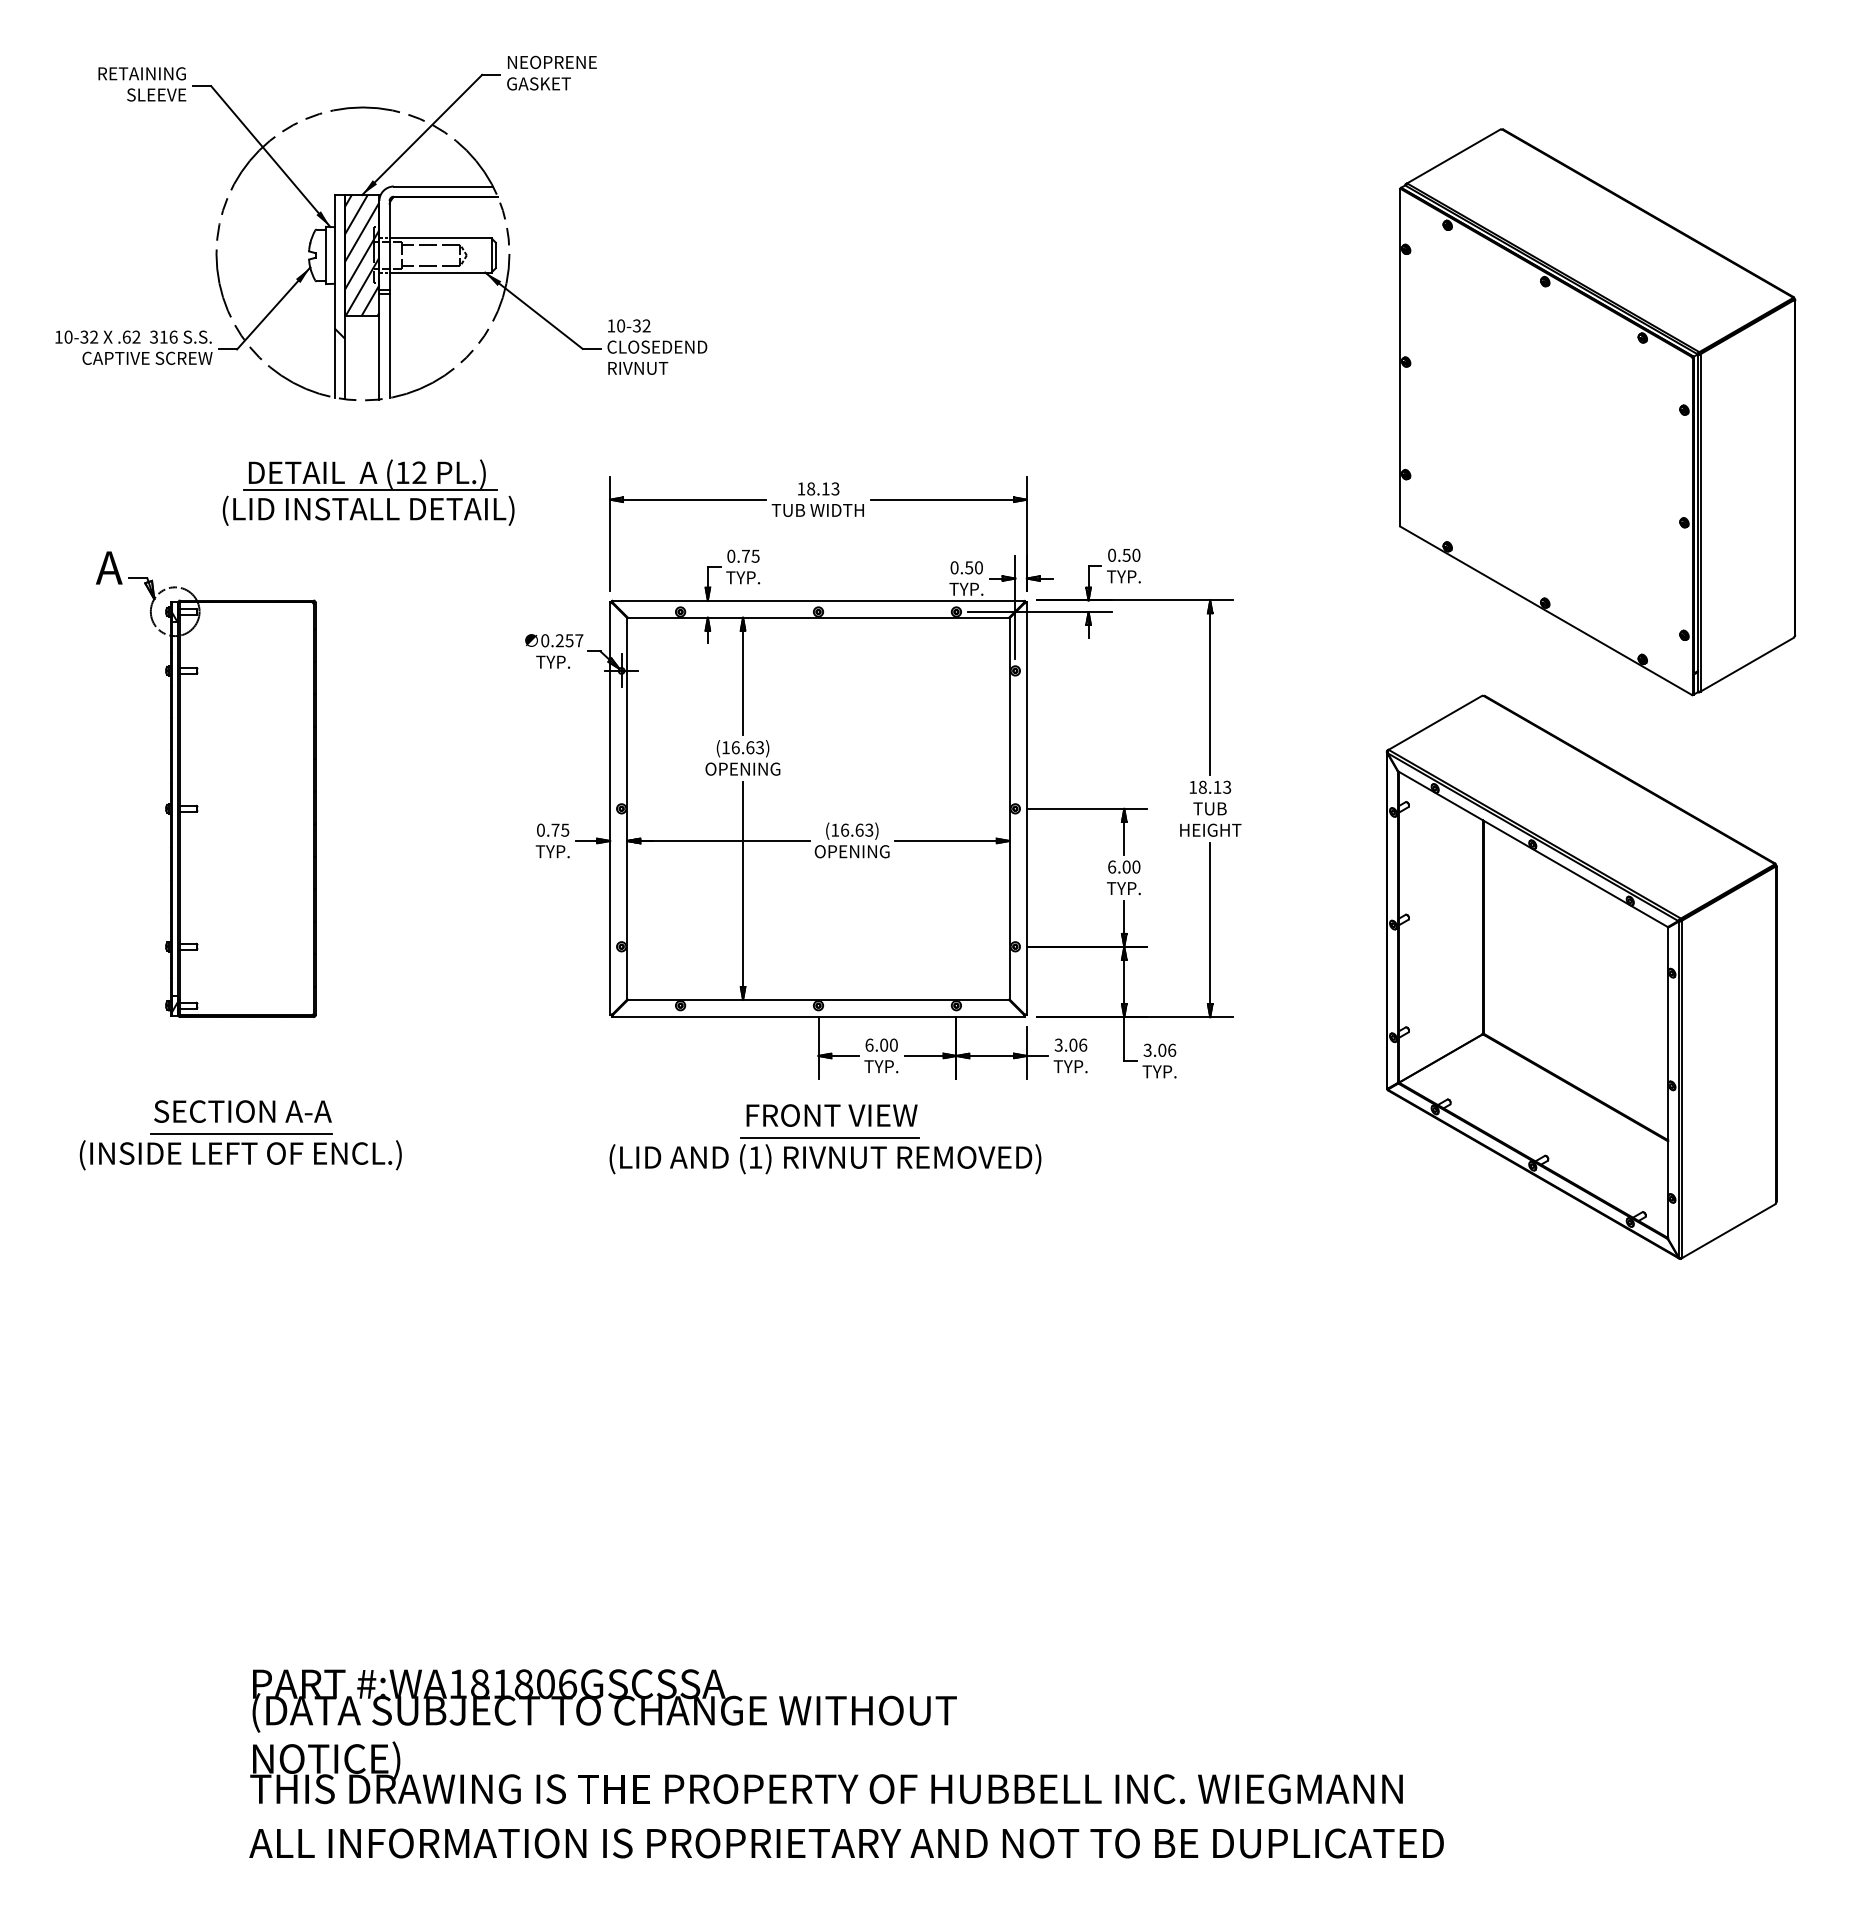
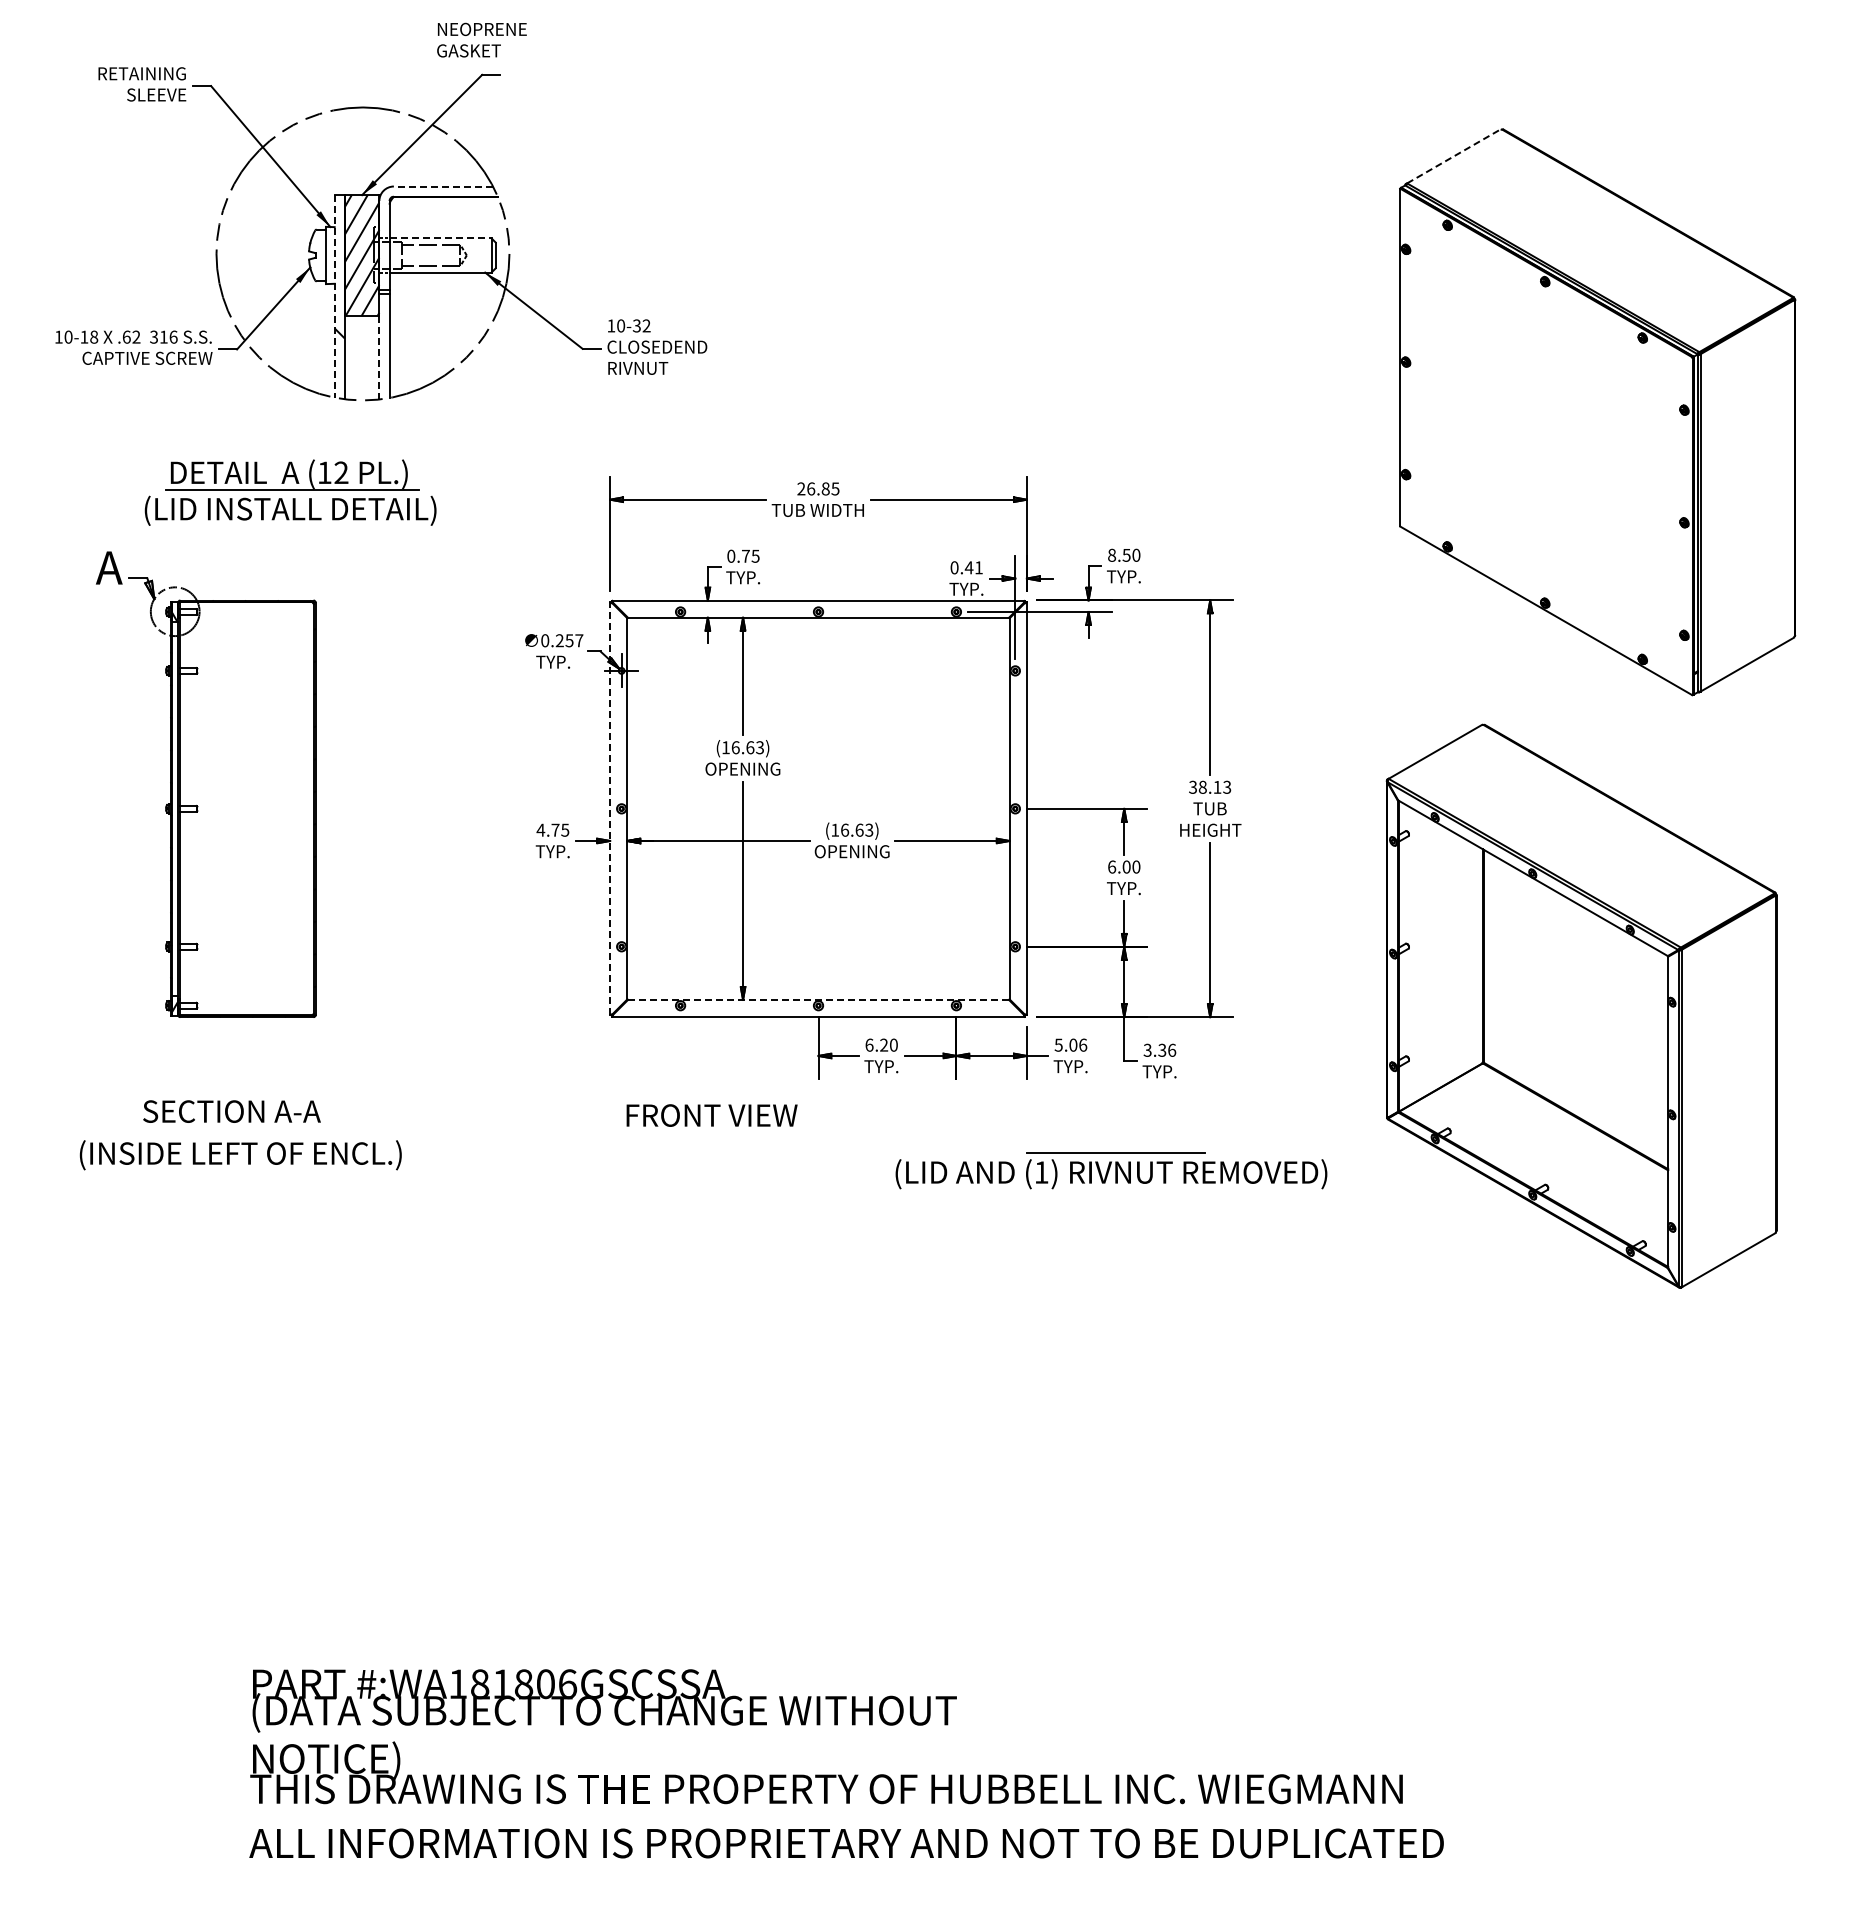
text at (551, 72) position: (551, 72) -> (481, 39)
line at (1453, 156): solid -> dashed
line at (443, 186): solid -> dashed
line at (440, 238): solid -> dashed
line at (334, 296): solid -> dashed
text at (89, 336): 10-32 -> 10-18
line at (379, 357): solid -> dashed
text at (818, 488): 18.13 -> 26.85
part at (368, 492) position: (368, 492) -> (290, 492)
text at (1112, 555): 0.50 -> 8.50
text at (973, 567): 0.50 -> 0.41
text at (1192, 786): 18.13 -> 38.13
line at (610, 808): solid -> dashed
text at (540, 829): 0.75 -> 4.75
part at (1581, 976) position: (1581, 976) -> (1581, 1005)
line at (818, 999): solid -> dashed
text at (884, 1044): 6.00 -> 6.20
text at (1058, 1044): 3.06 -> 5.06
text at (1162, 1050): 3.06 -> 3.36
text at (242, 1111) position: (242, 1111) -> (231, 1111)
text at (831, 1115) position: (831, 1115) -> (711, 1115)
line at (241, 1134): present -> none
part at (825, 1155) position: (825, 1155) -> (1111, 1170)
